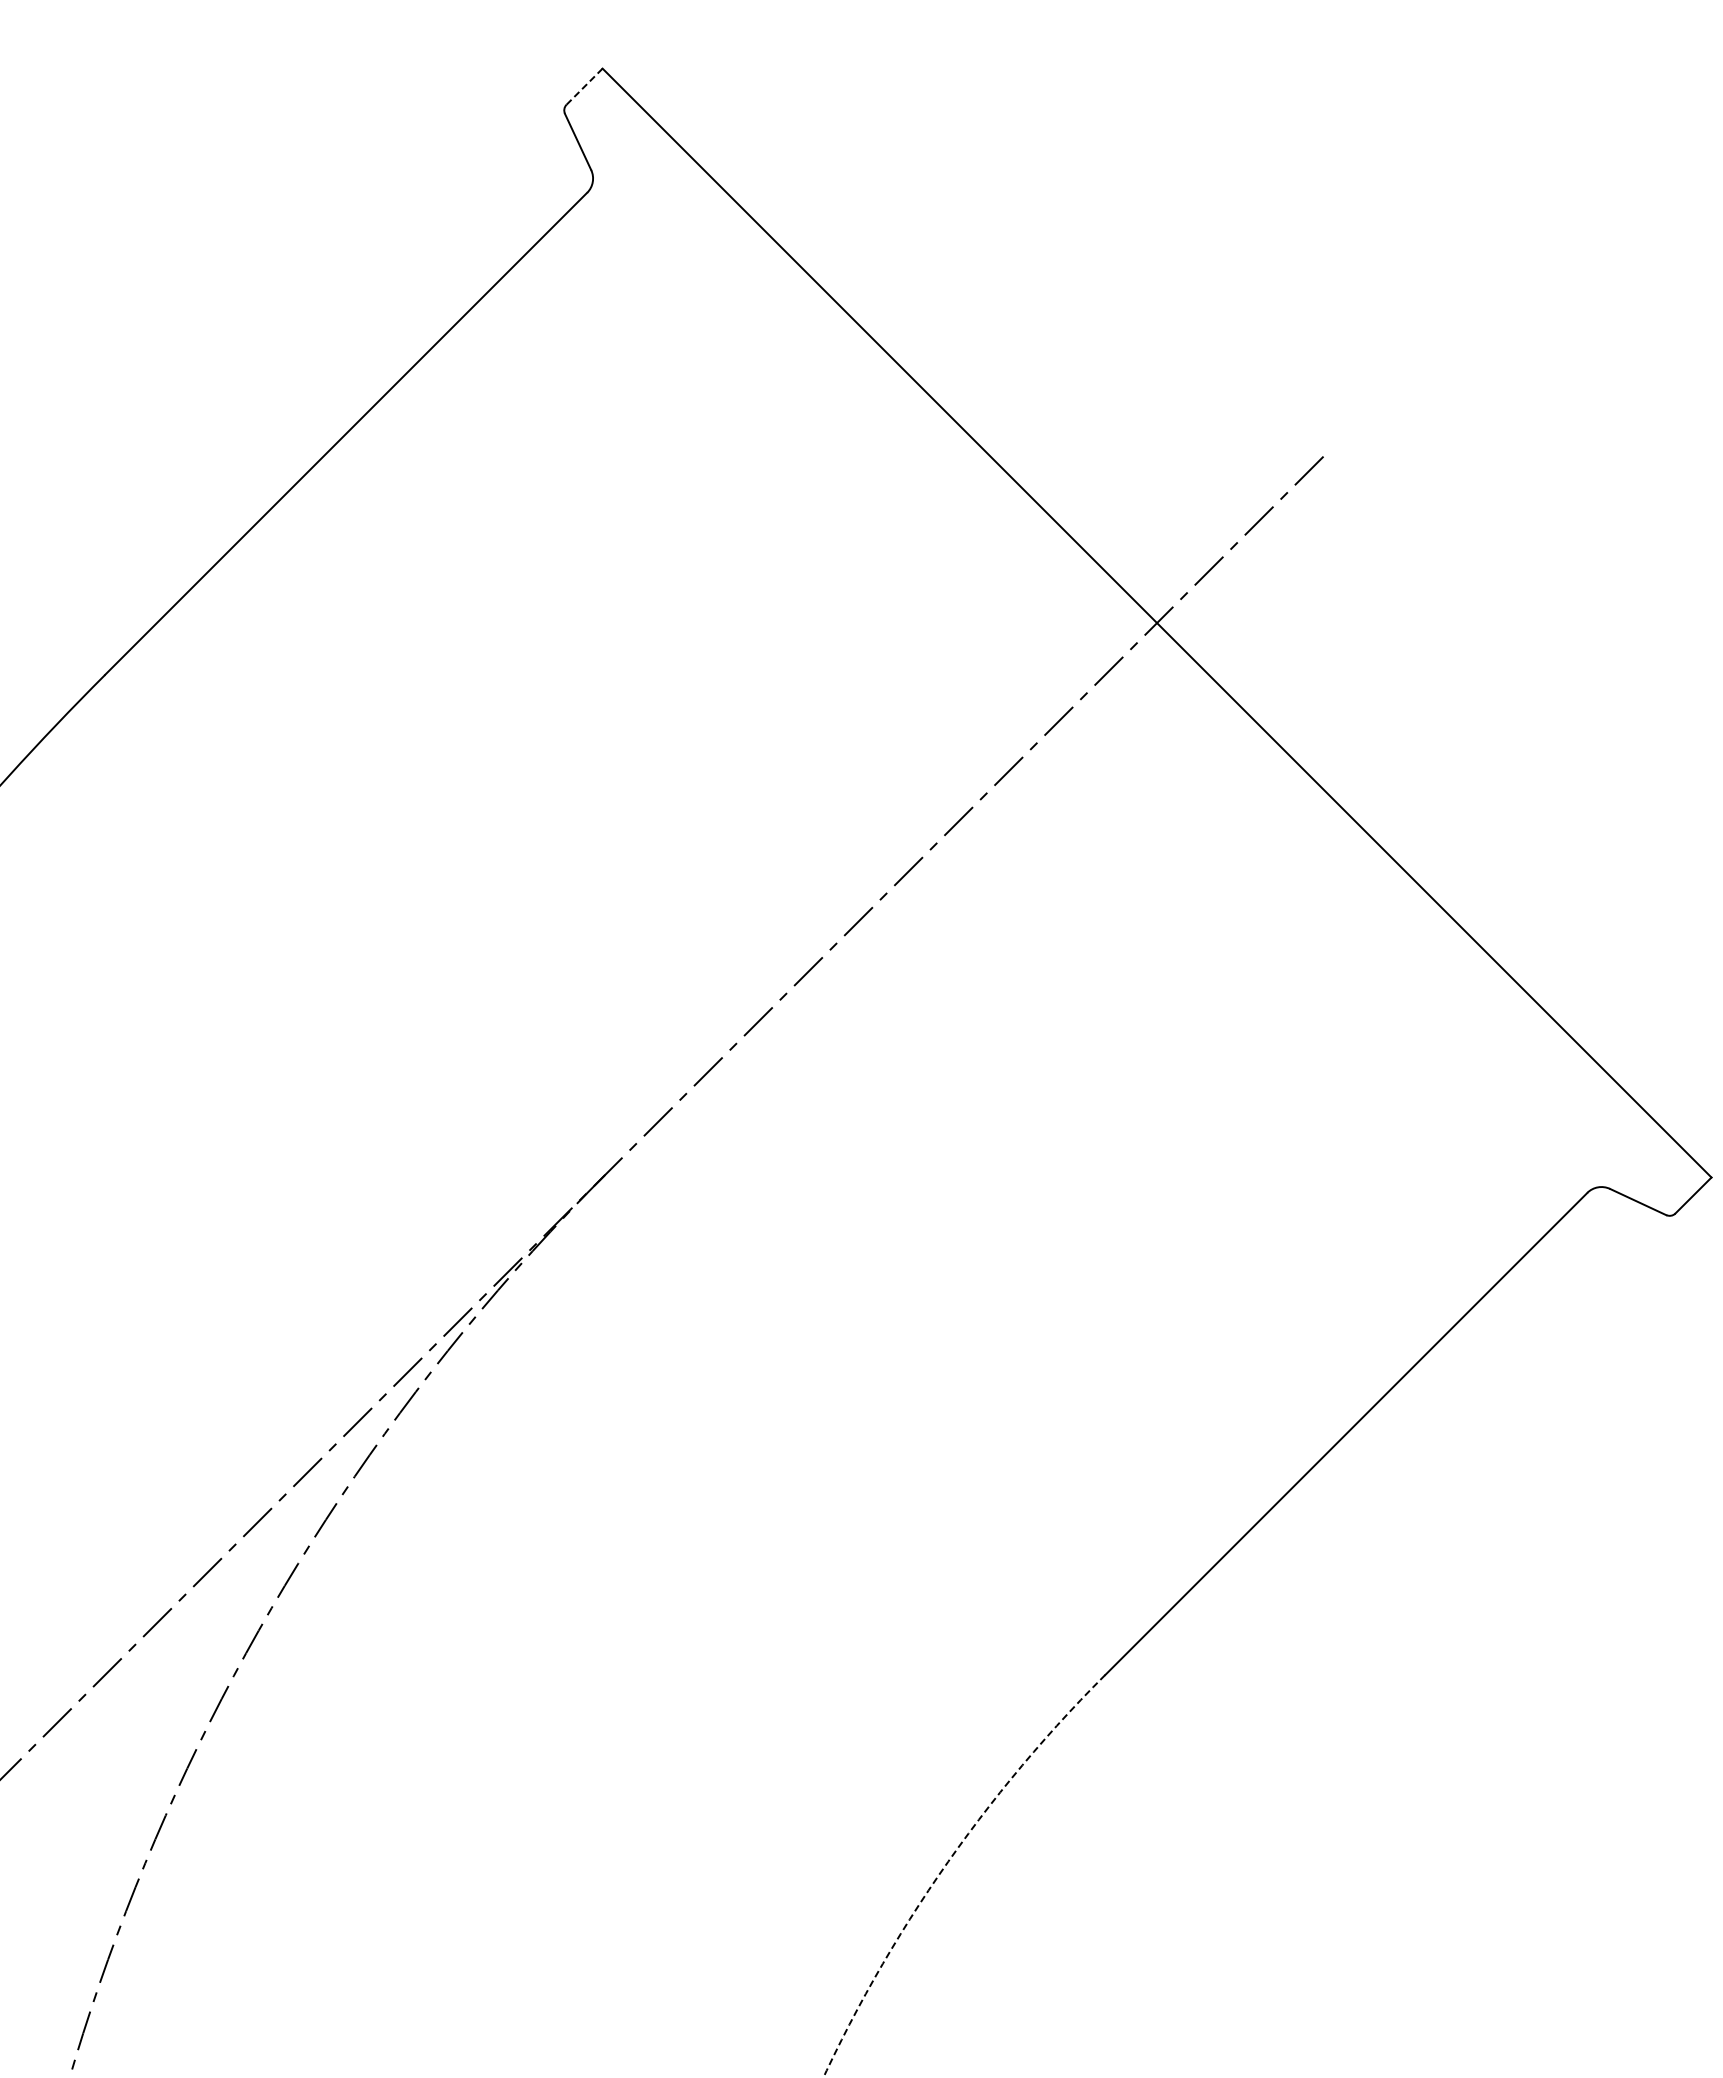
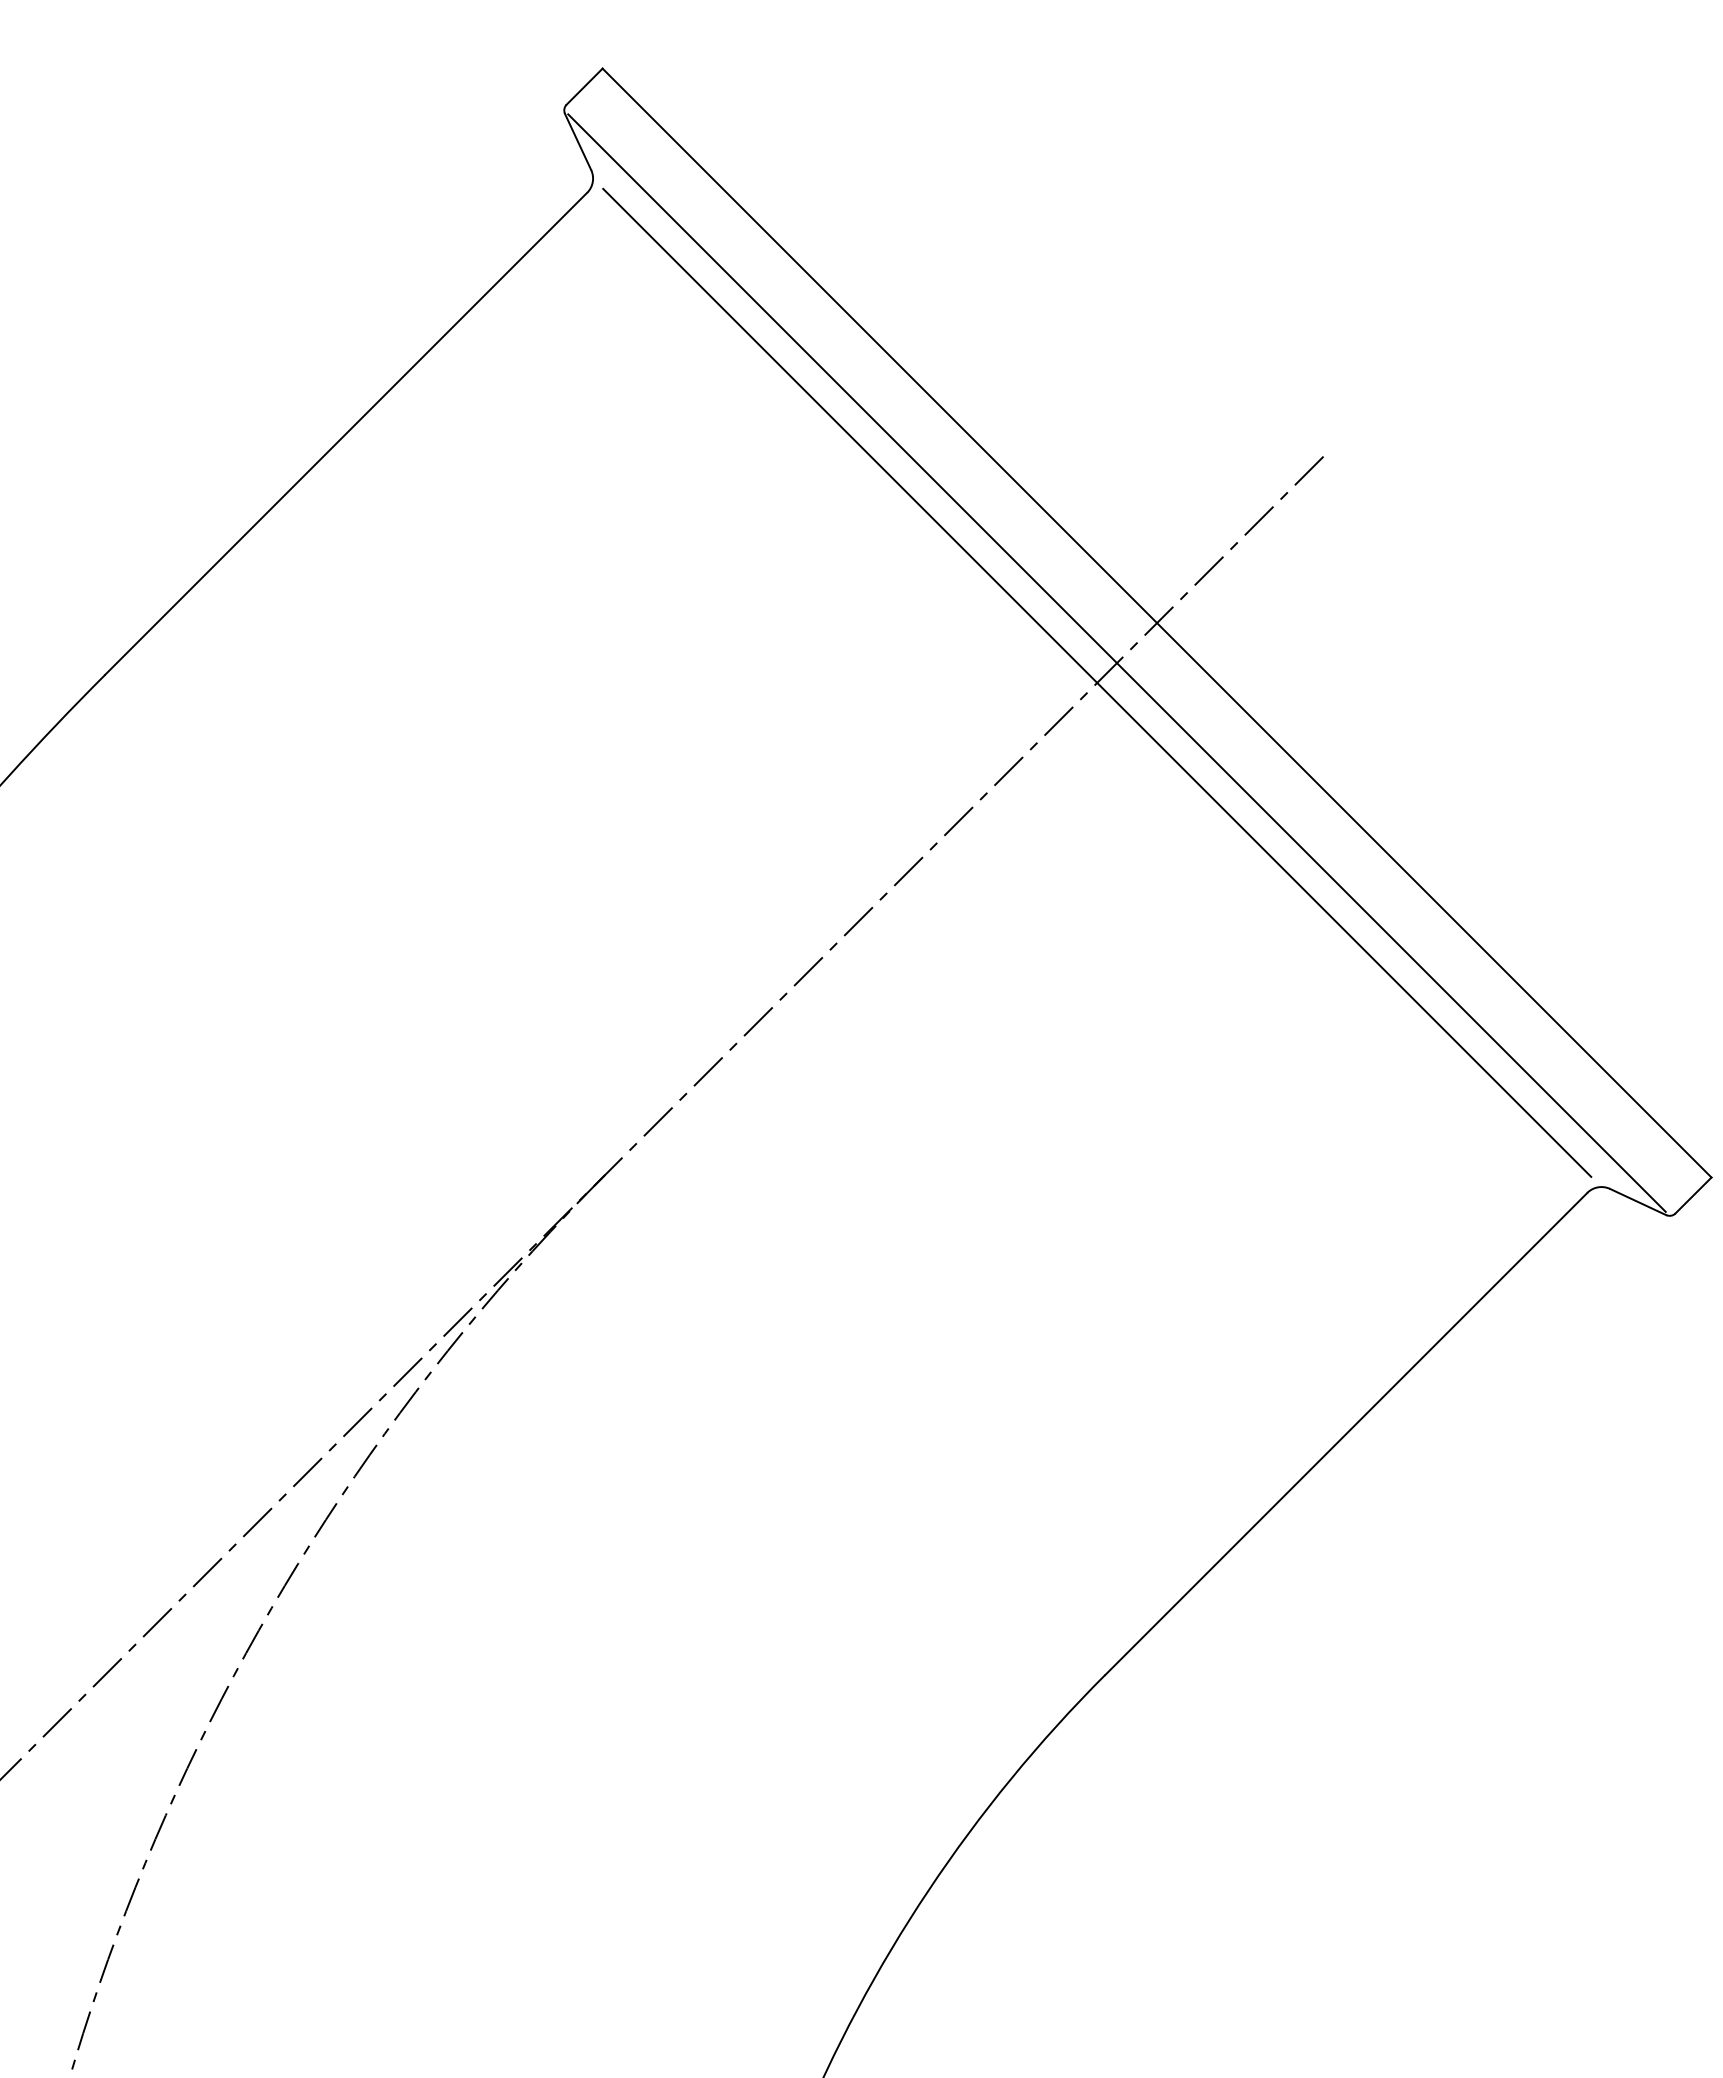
line at (584, 86): dashed -> solid
line at (1116, 662): none -> present
line at (1097, 682): none -> present
arc at (946, 1864): dashed -> solid
